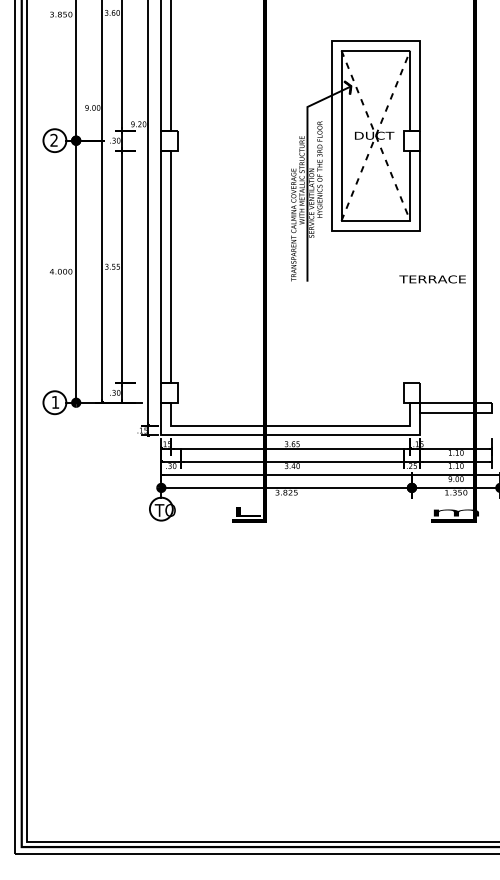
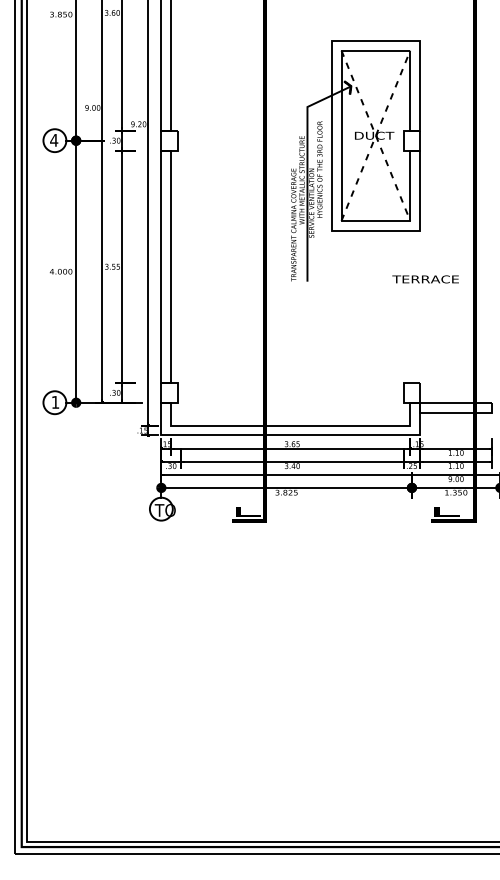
text at (54, 139): 2 -> 4
text at (432, 279) position: (432, 279) -> (425, 279)
text at (455, 511): m -> L
